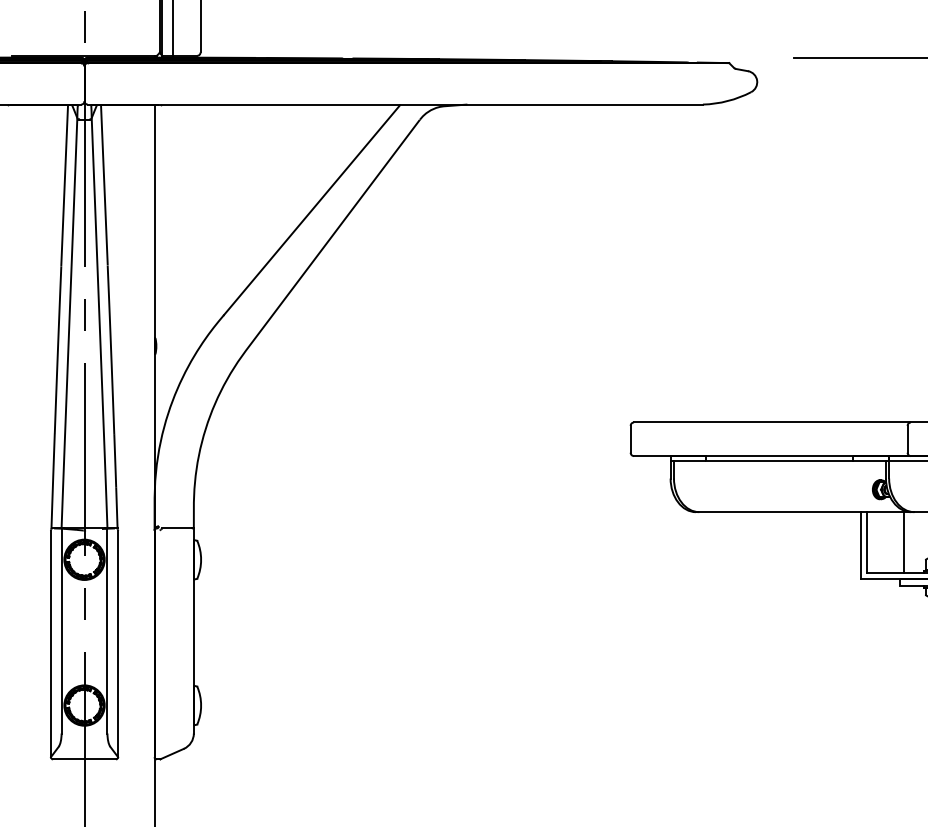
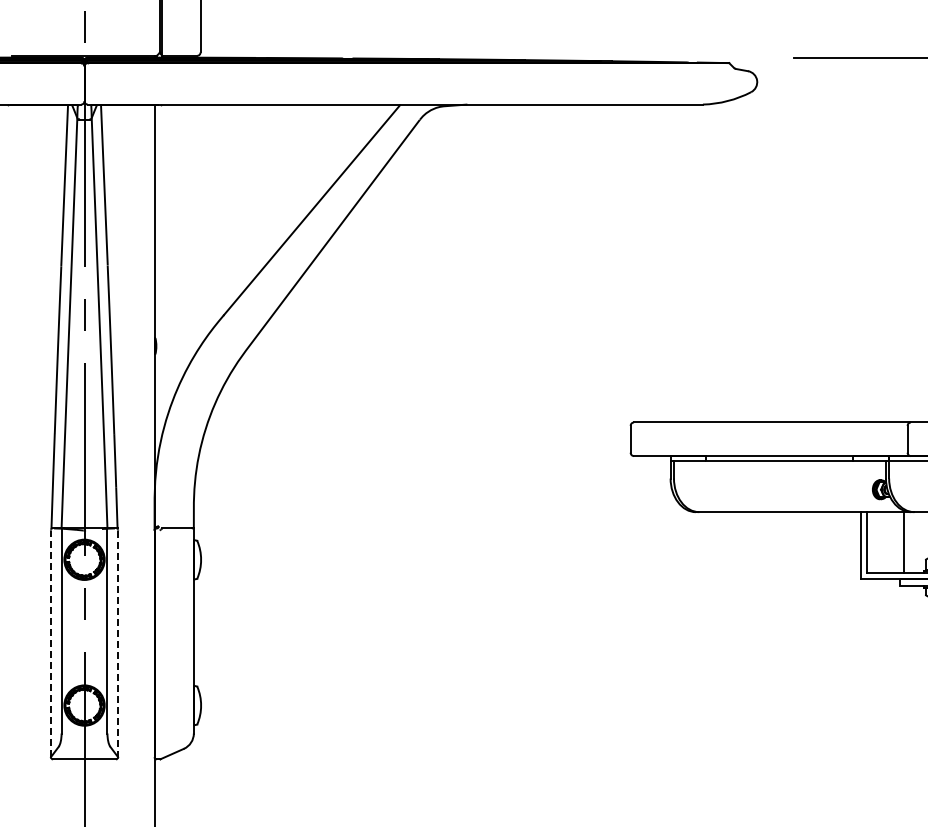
line at (172, 28): present -> none
line at (50, 643): solid -> dashed
line at (118, 644): solid -> dashed
